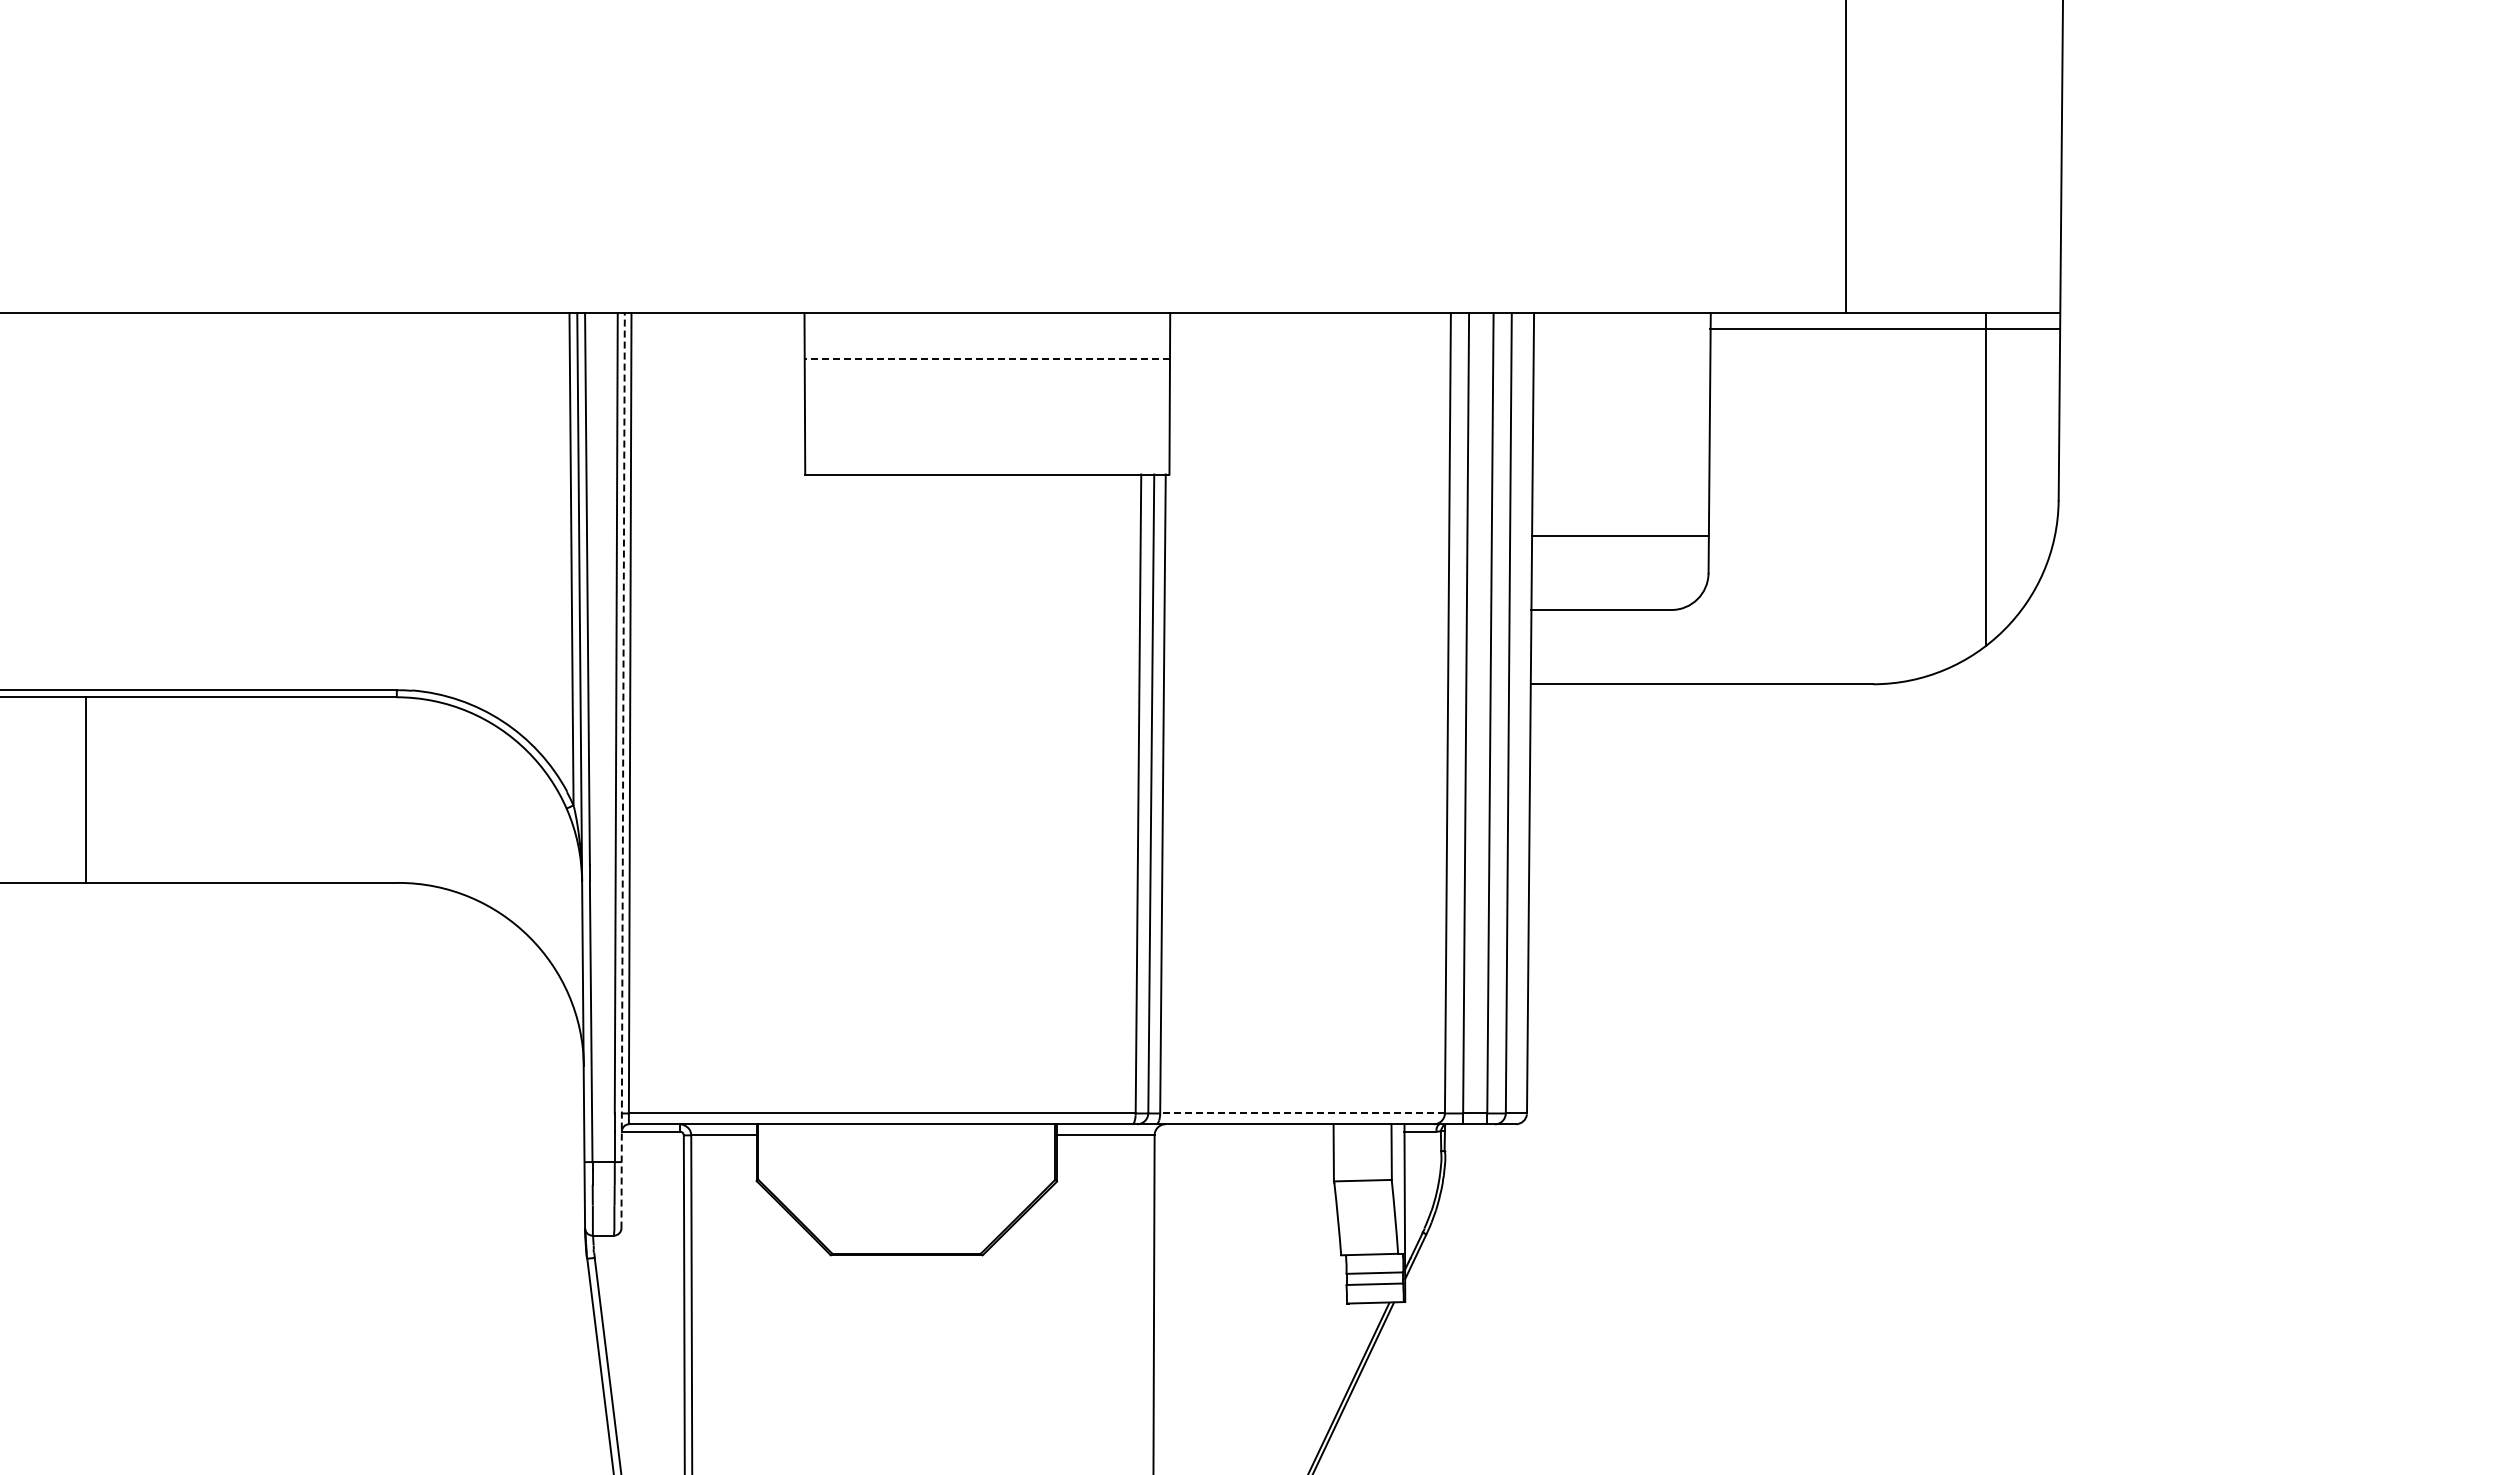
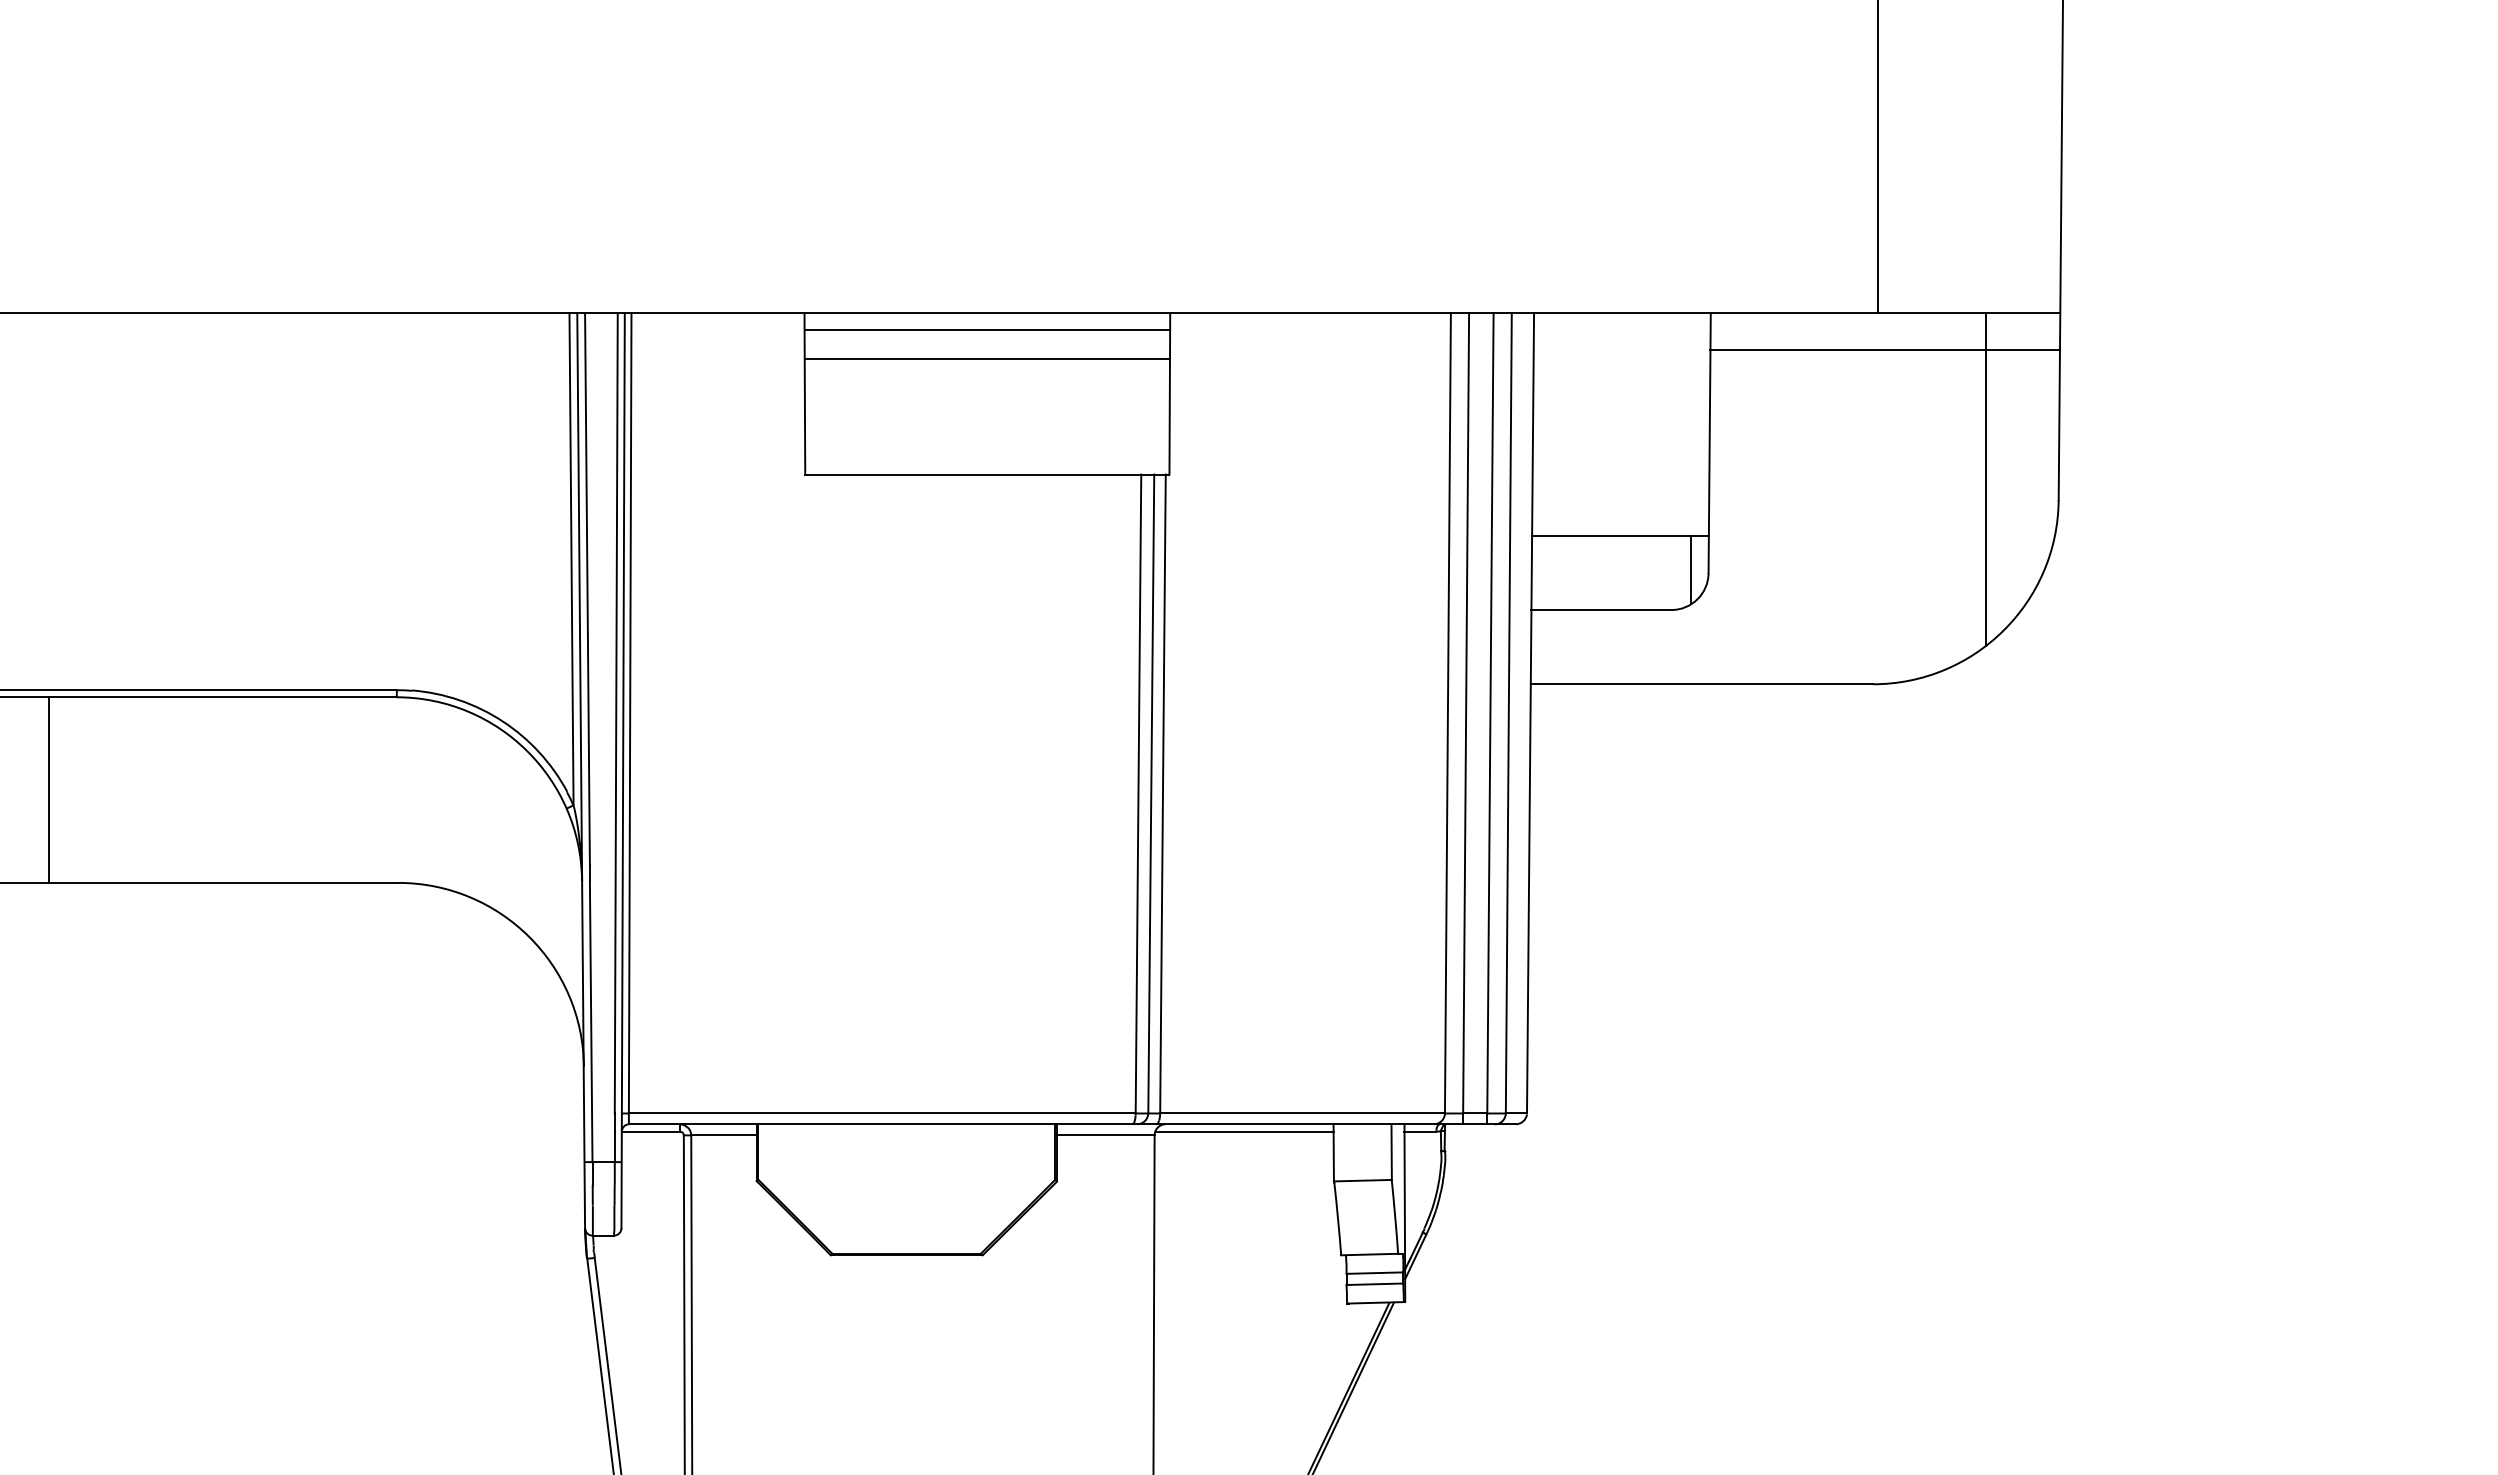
line at (1846, 157) position: (1846, 157) -> (1878, 157)
line at (987, 329): none -> present
line at (1884, 329) position: (1884, 329) -> (1884, 350)
line at (987, 359): dashed -> solid
line at (1691, 569): none -> present
line at (623, 770): dashed -> solid
line at (85, 789) position: (85, 789) -> (48, 789)
line at (1302, 1113): dashed -> solid
line at (1244, 1131): none -> present
